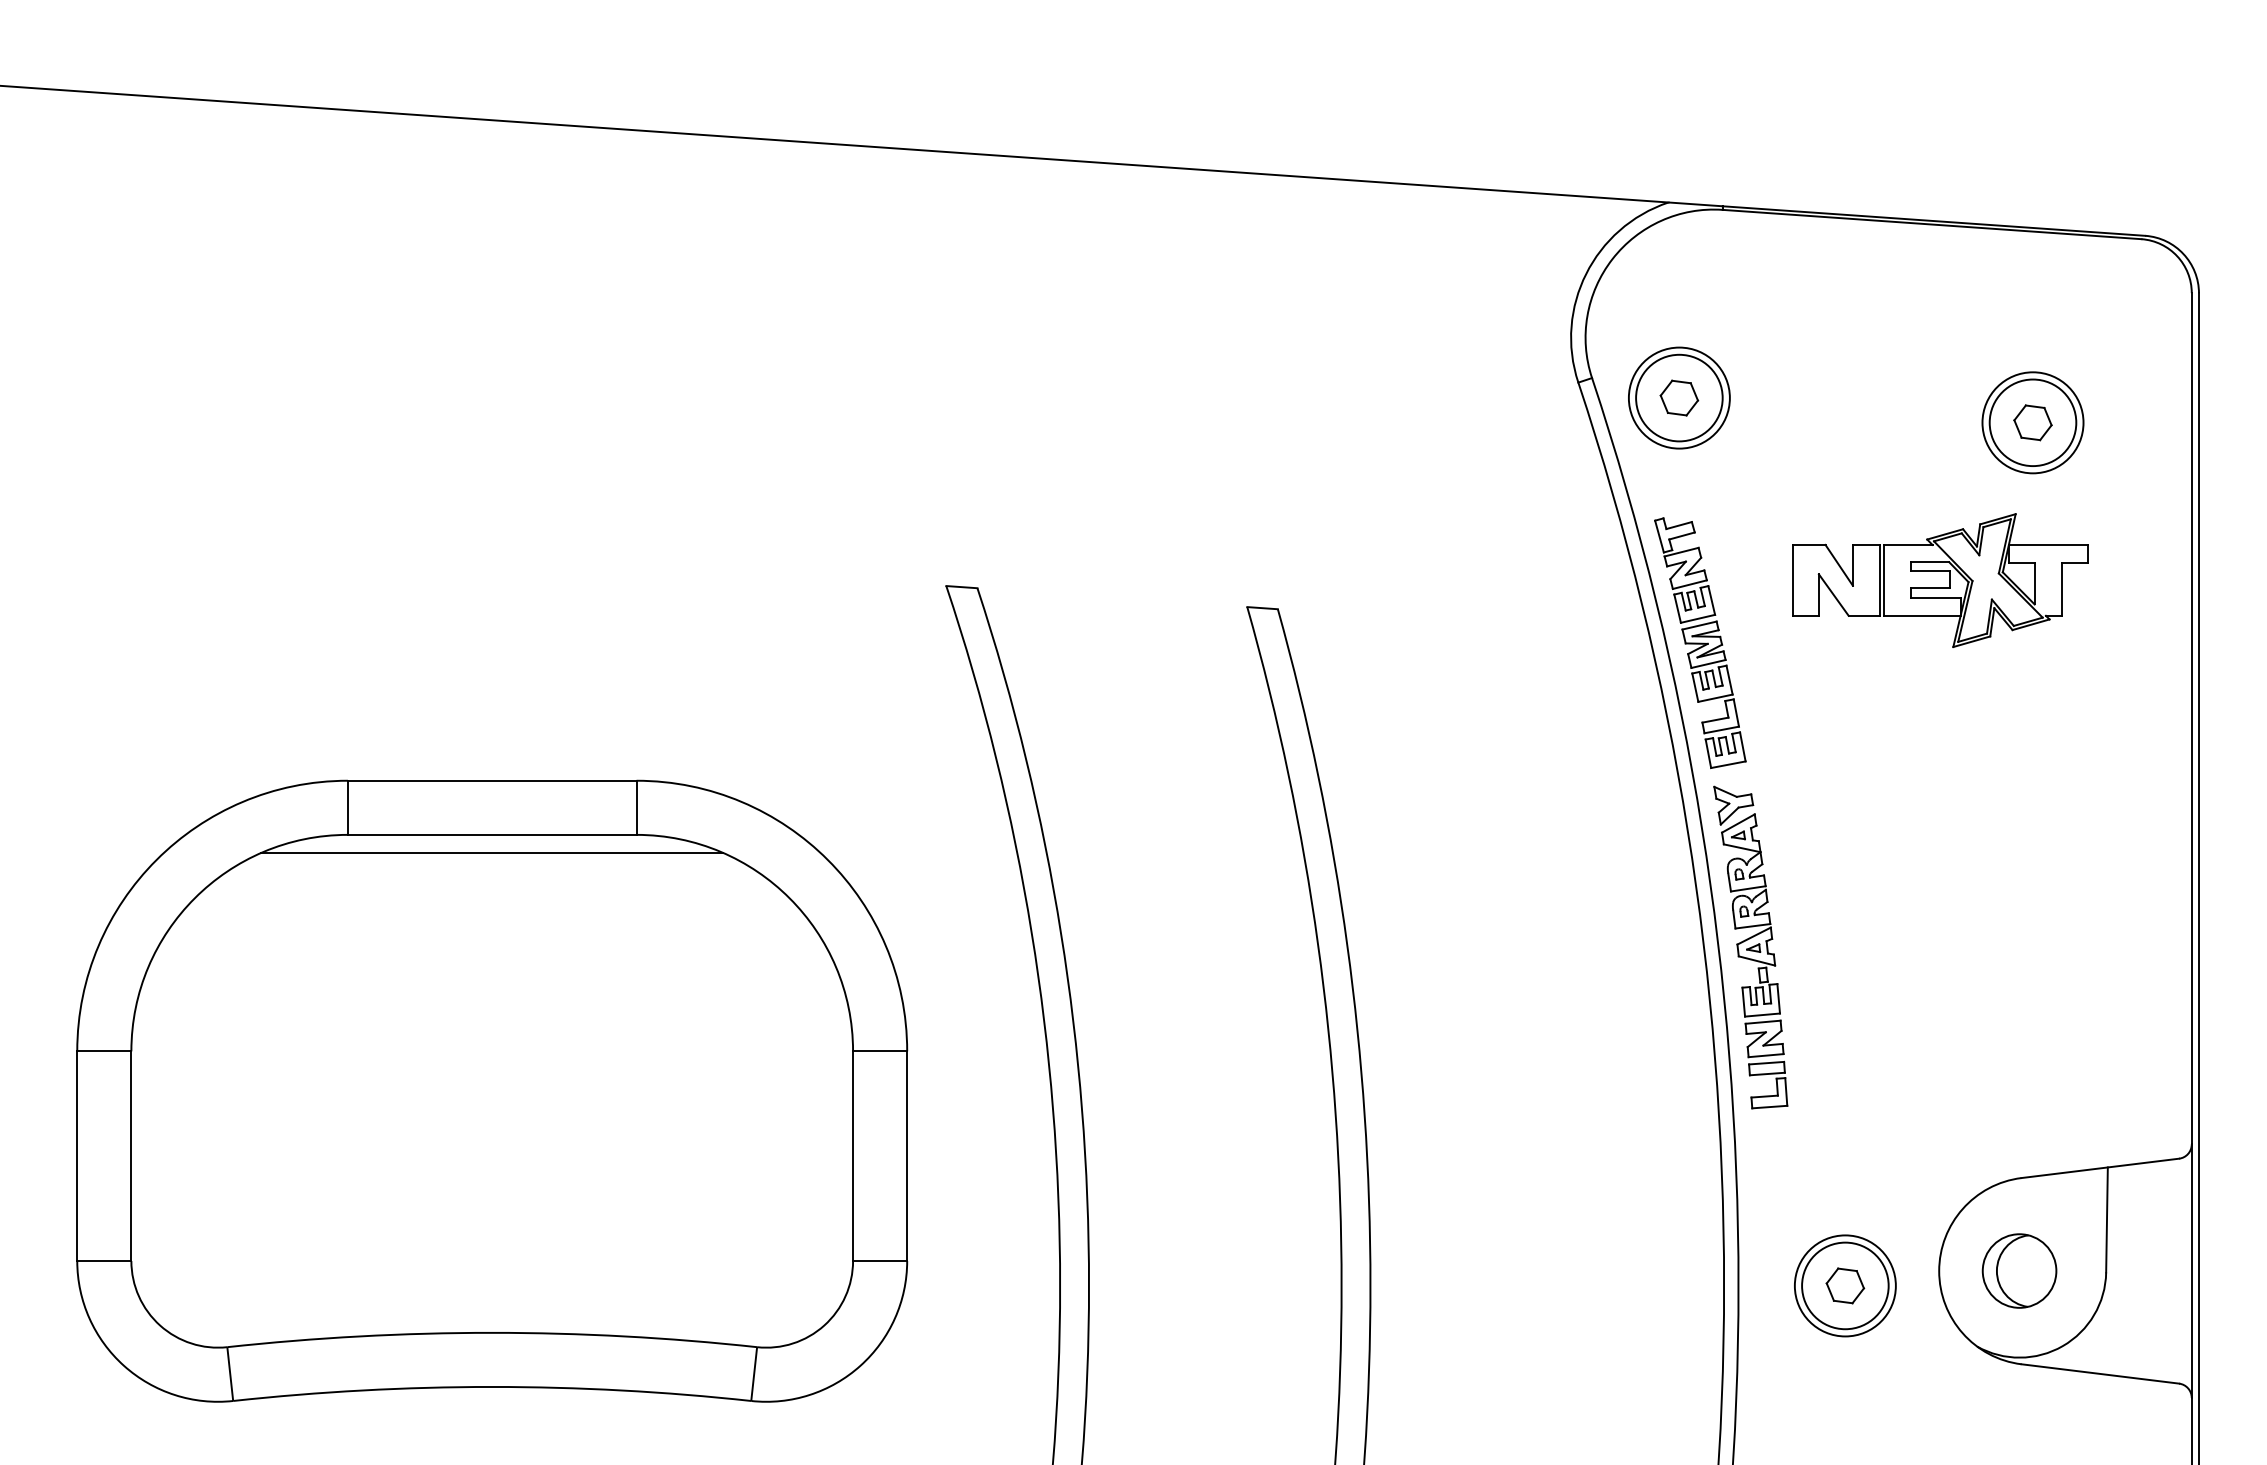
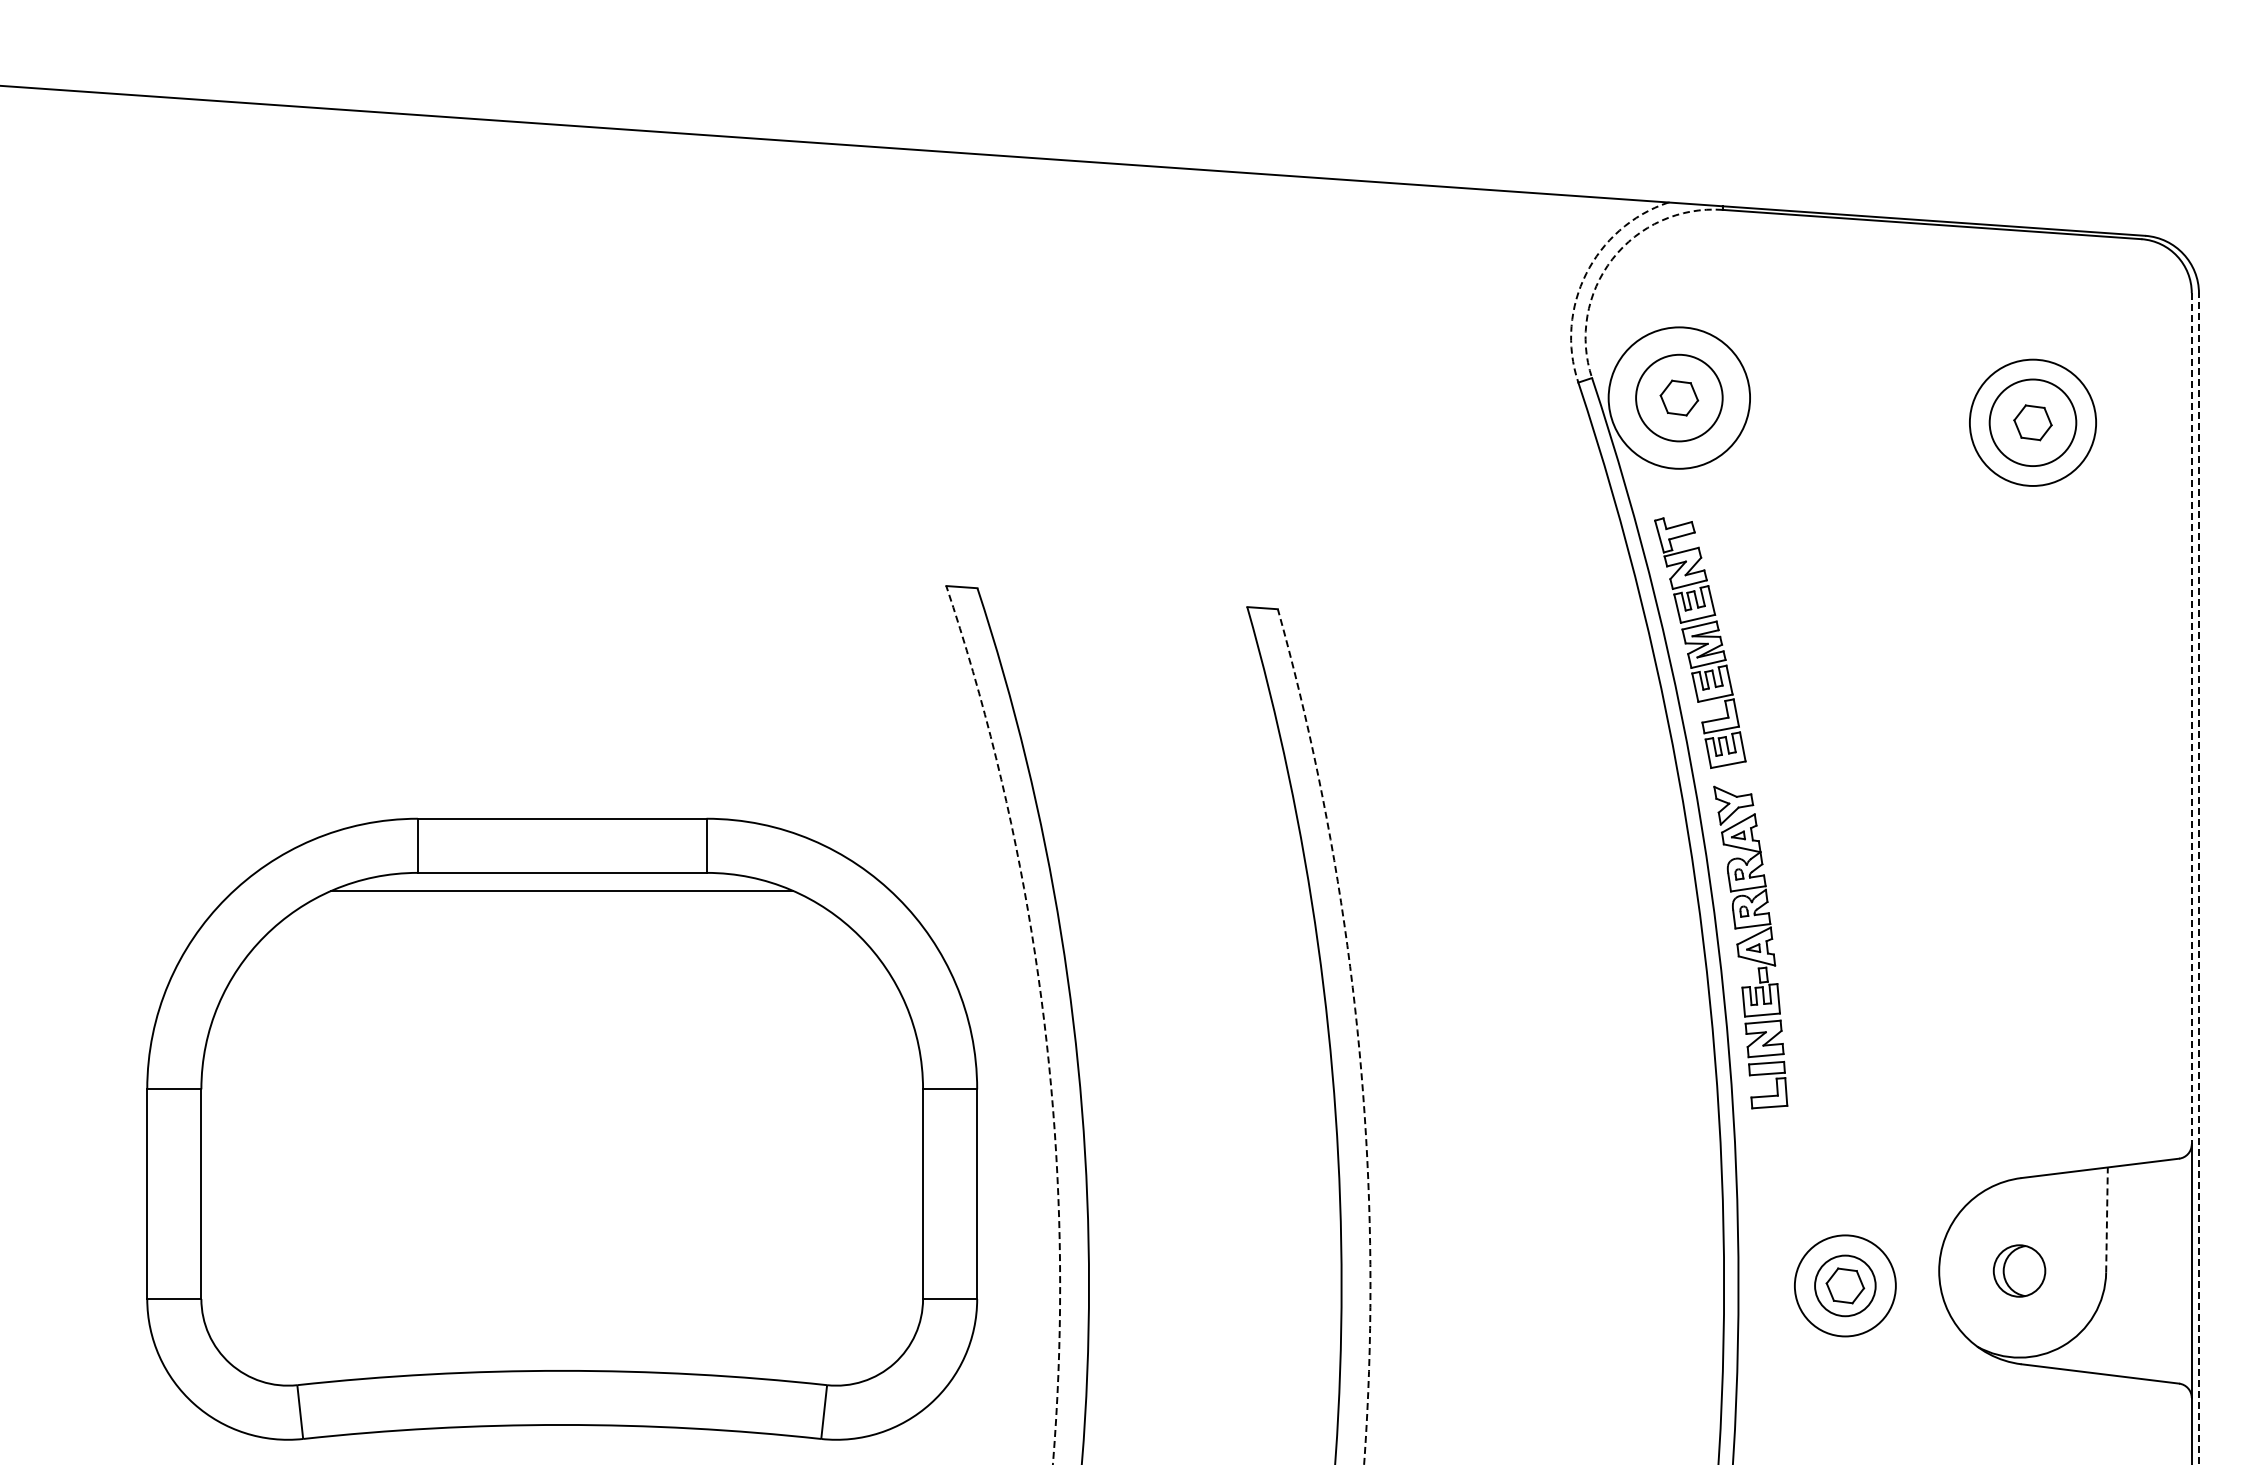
arc at (1612, 259): solid -> dashed
arc at (1586, 273): solid -> dashed
circle at (1678, 397) diameter: 101 px -> 141 px
circle at (2032, 422) diameter: 101 px -> 126 px
part at (1940, 580): present -> none
line at (2191, 718): solid -> dashed
line at (2198, 879): solid -> dashed
arc at (1044, 1020): solid -> dashed
arc at (1357, 1033): solid -> dashed
part at (492, 1090) position: (492, 1090) -> (562, 1128)
line at (2107, 1219): solid -> dashed
part at (2019, 1270) size: 77x76 px -> 55x54 px
circle at (1845, 1285) diameter: 87 px -> 61 px
